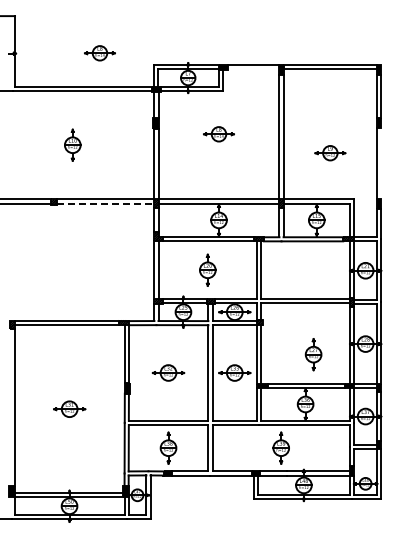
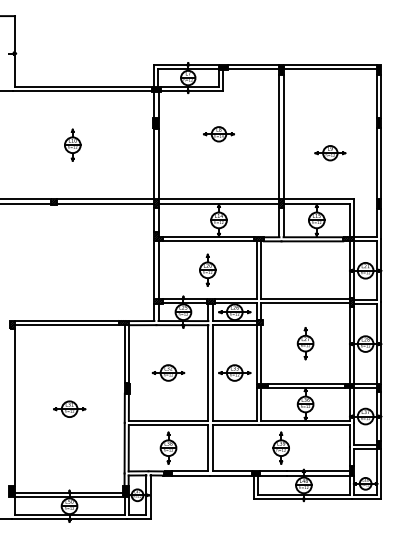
part at (99, 53): present -> none
line at (253, 69): none -> present
line at (381, 163): none -> present
line at (105, 203): dashed -> solid
part at (313, 354) position: (313, 354) -> (305, 343)
